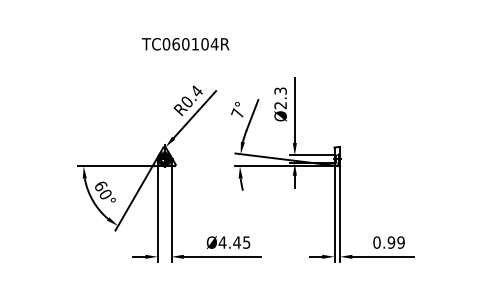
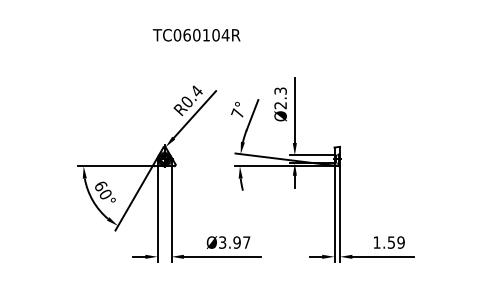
text at (185, 44) position: (185, 44) -> (196, 35)
text at (234, 242): Ø4.45 -> Ø3.97
text at (384, 242): 0.99 -> 1.59
